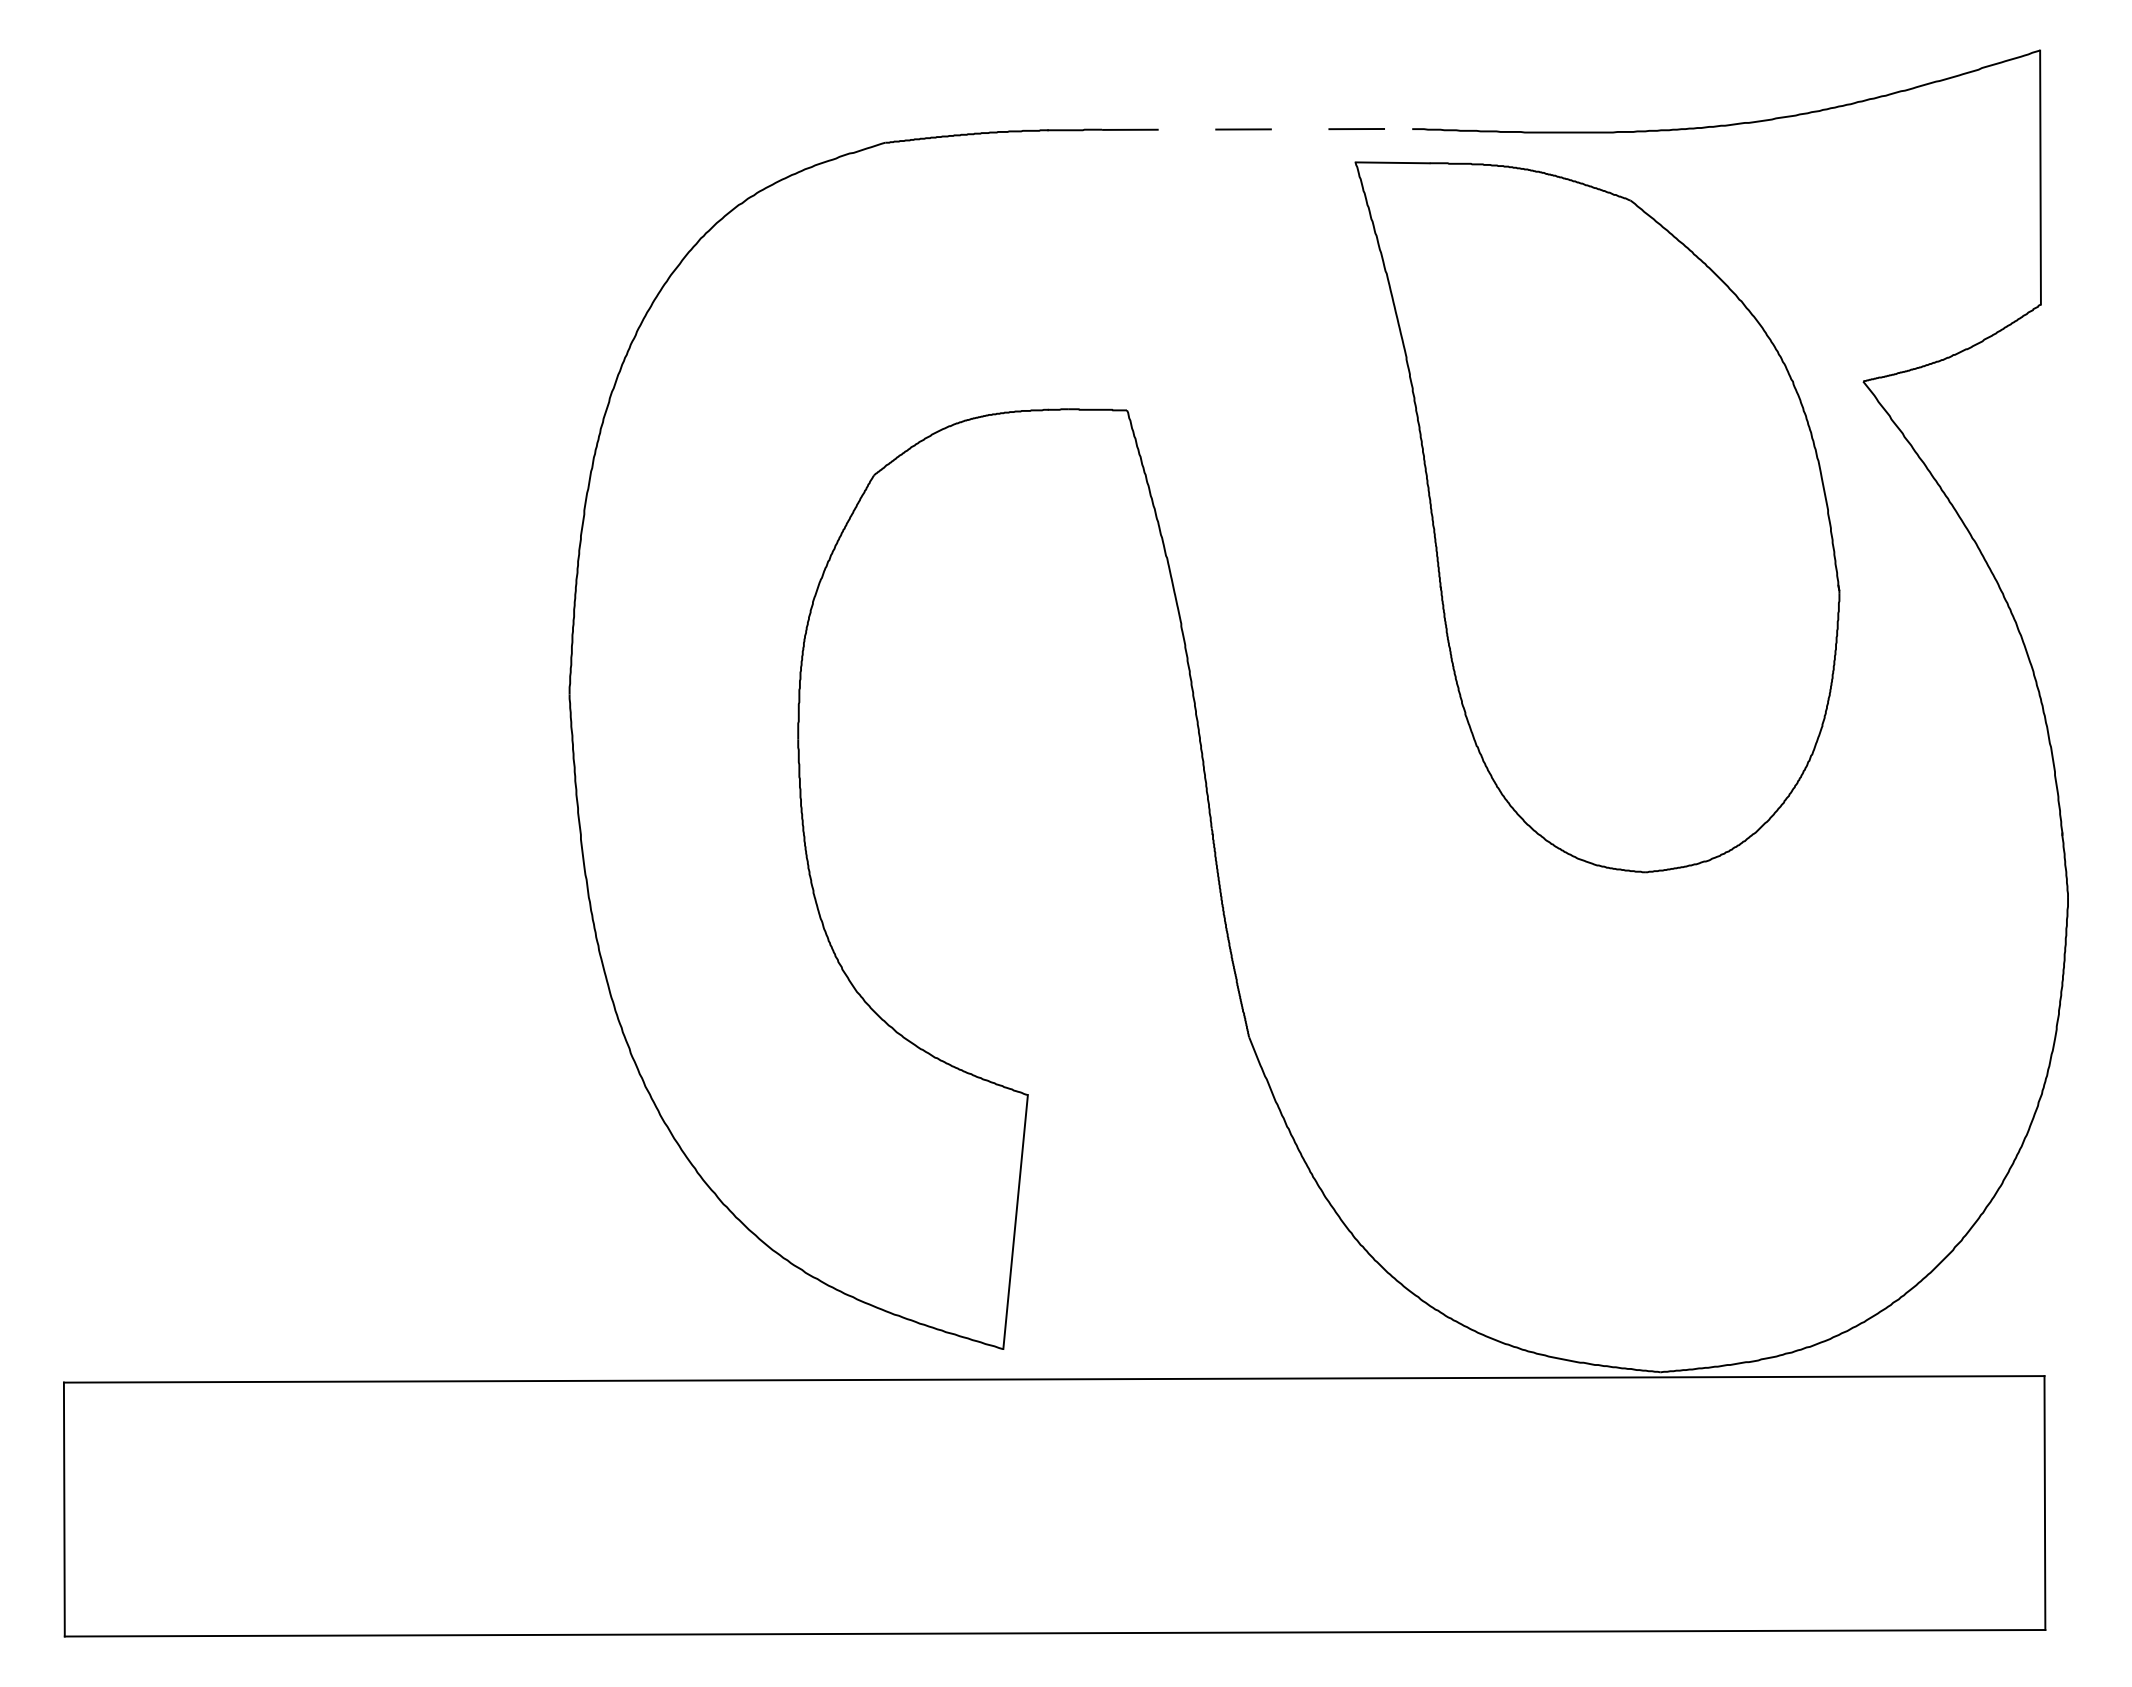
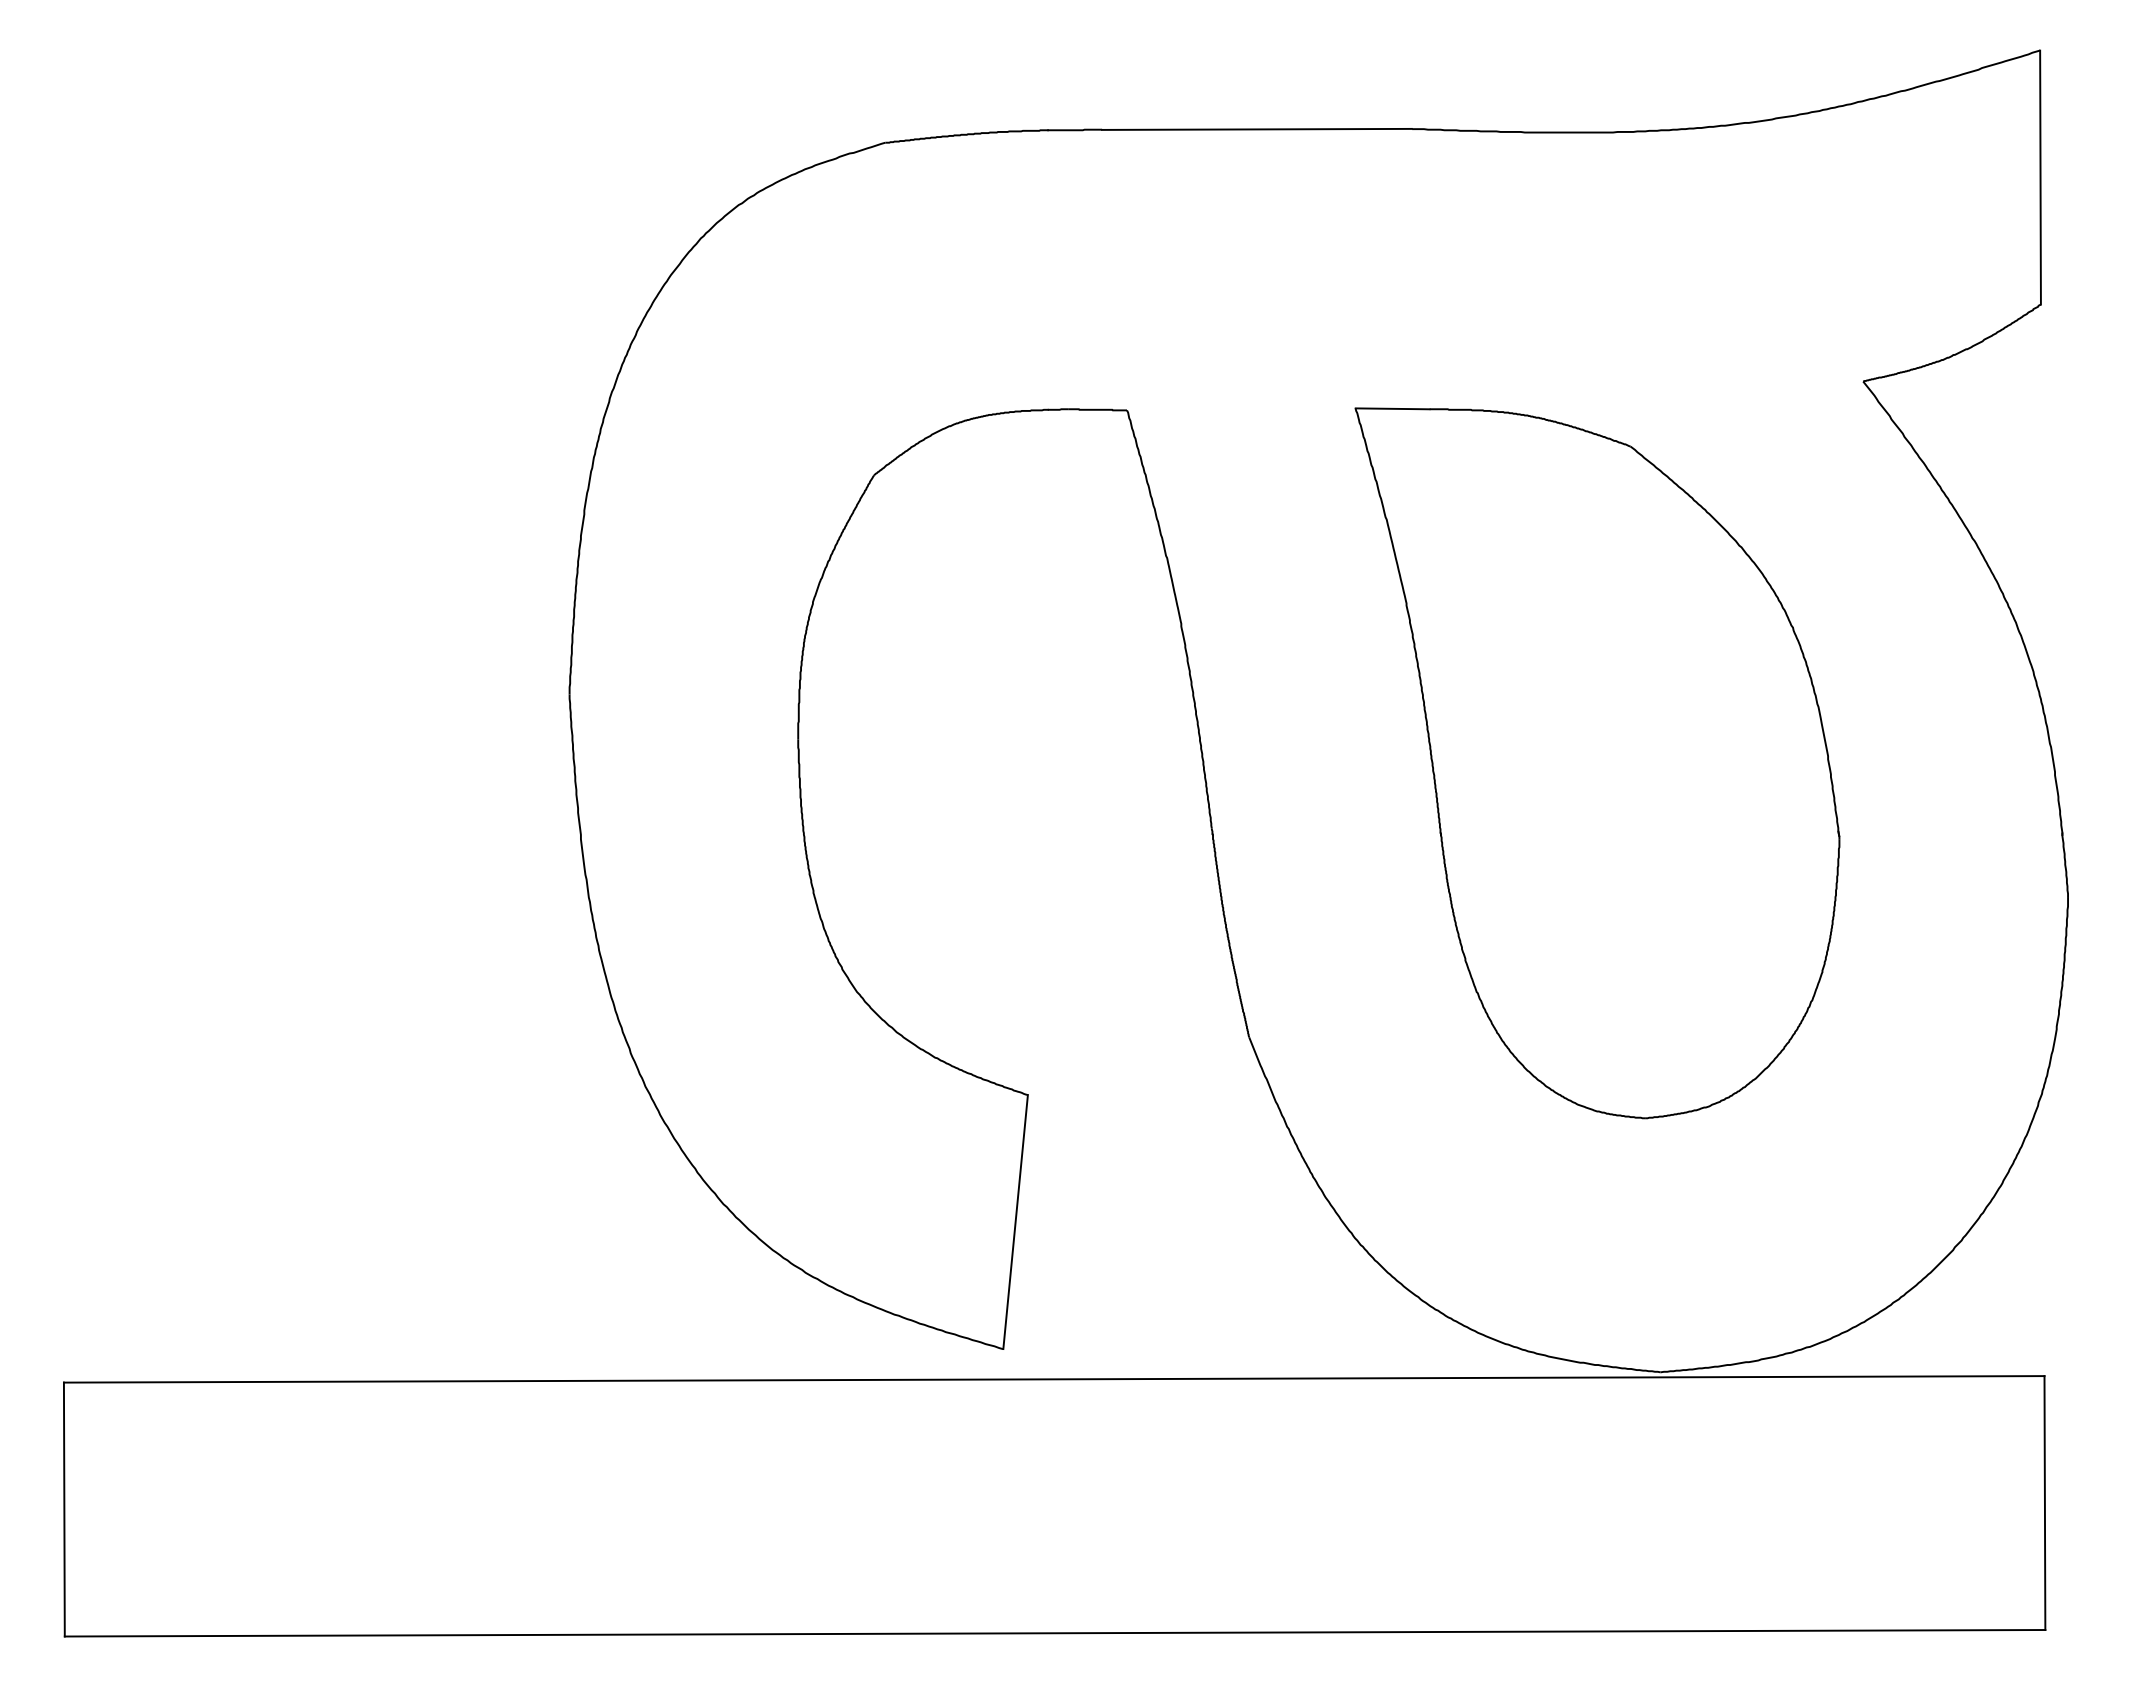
line at (1257, 129): dashed -> solid
part at (1597, 517) position: (1597, 517) -> (1597, 763)
